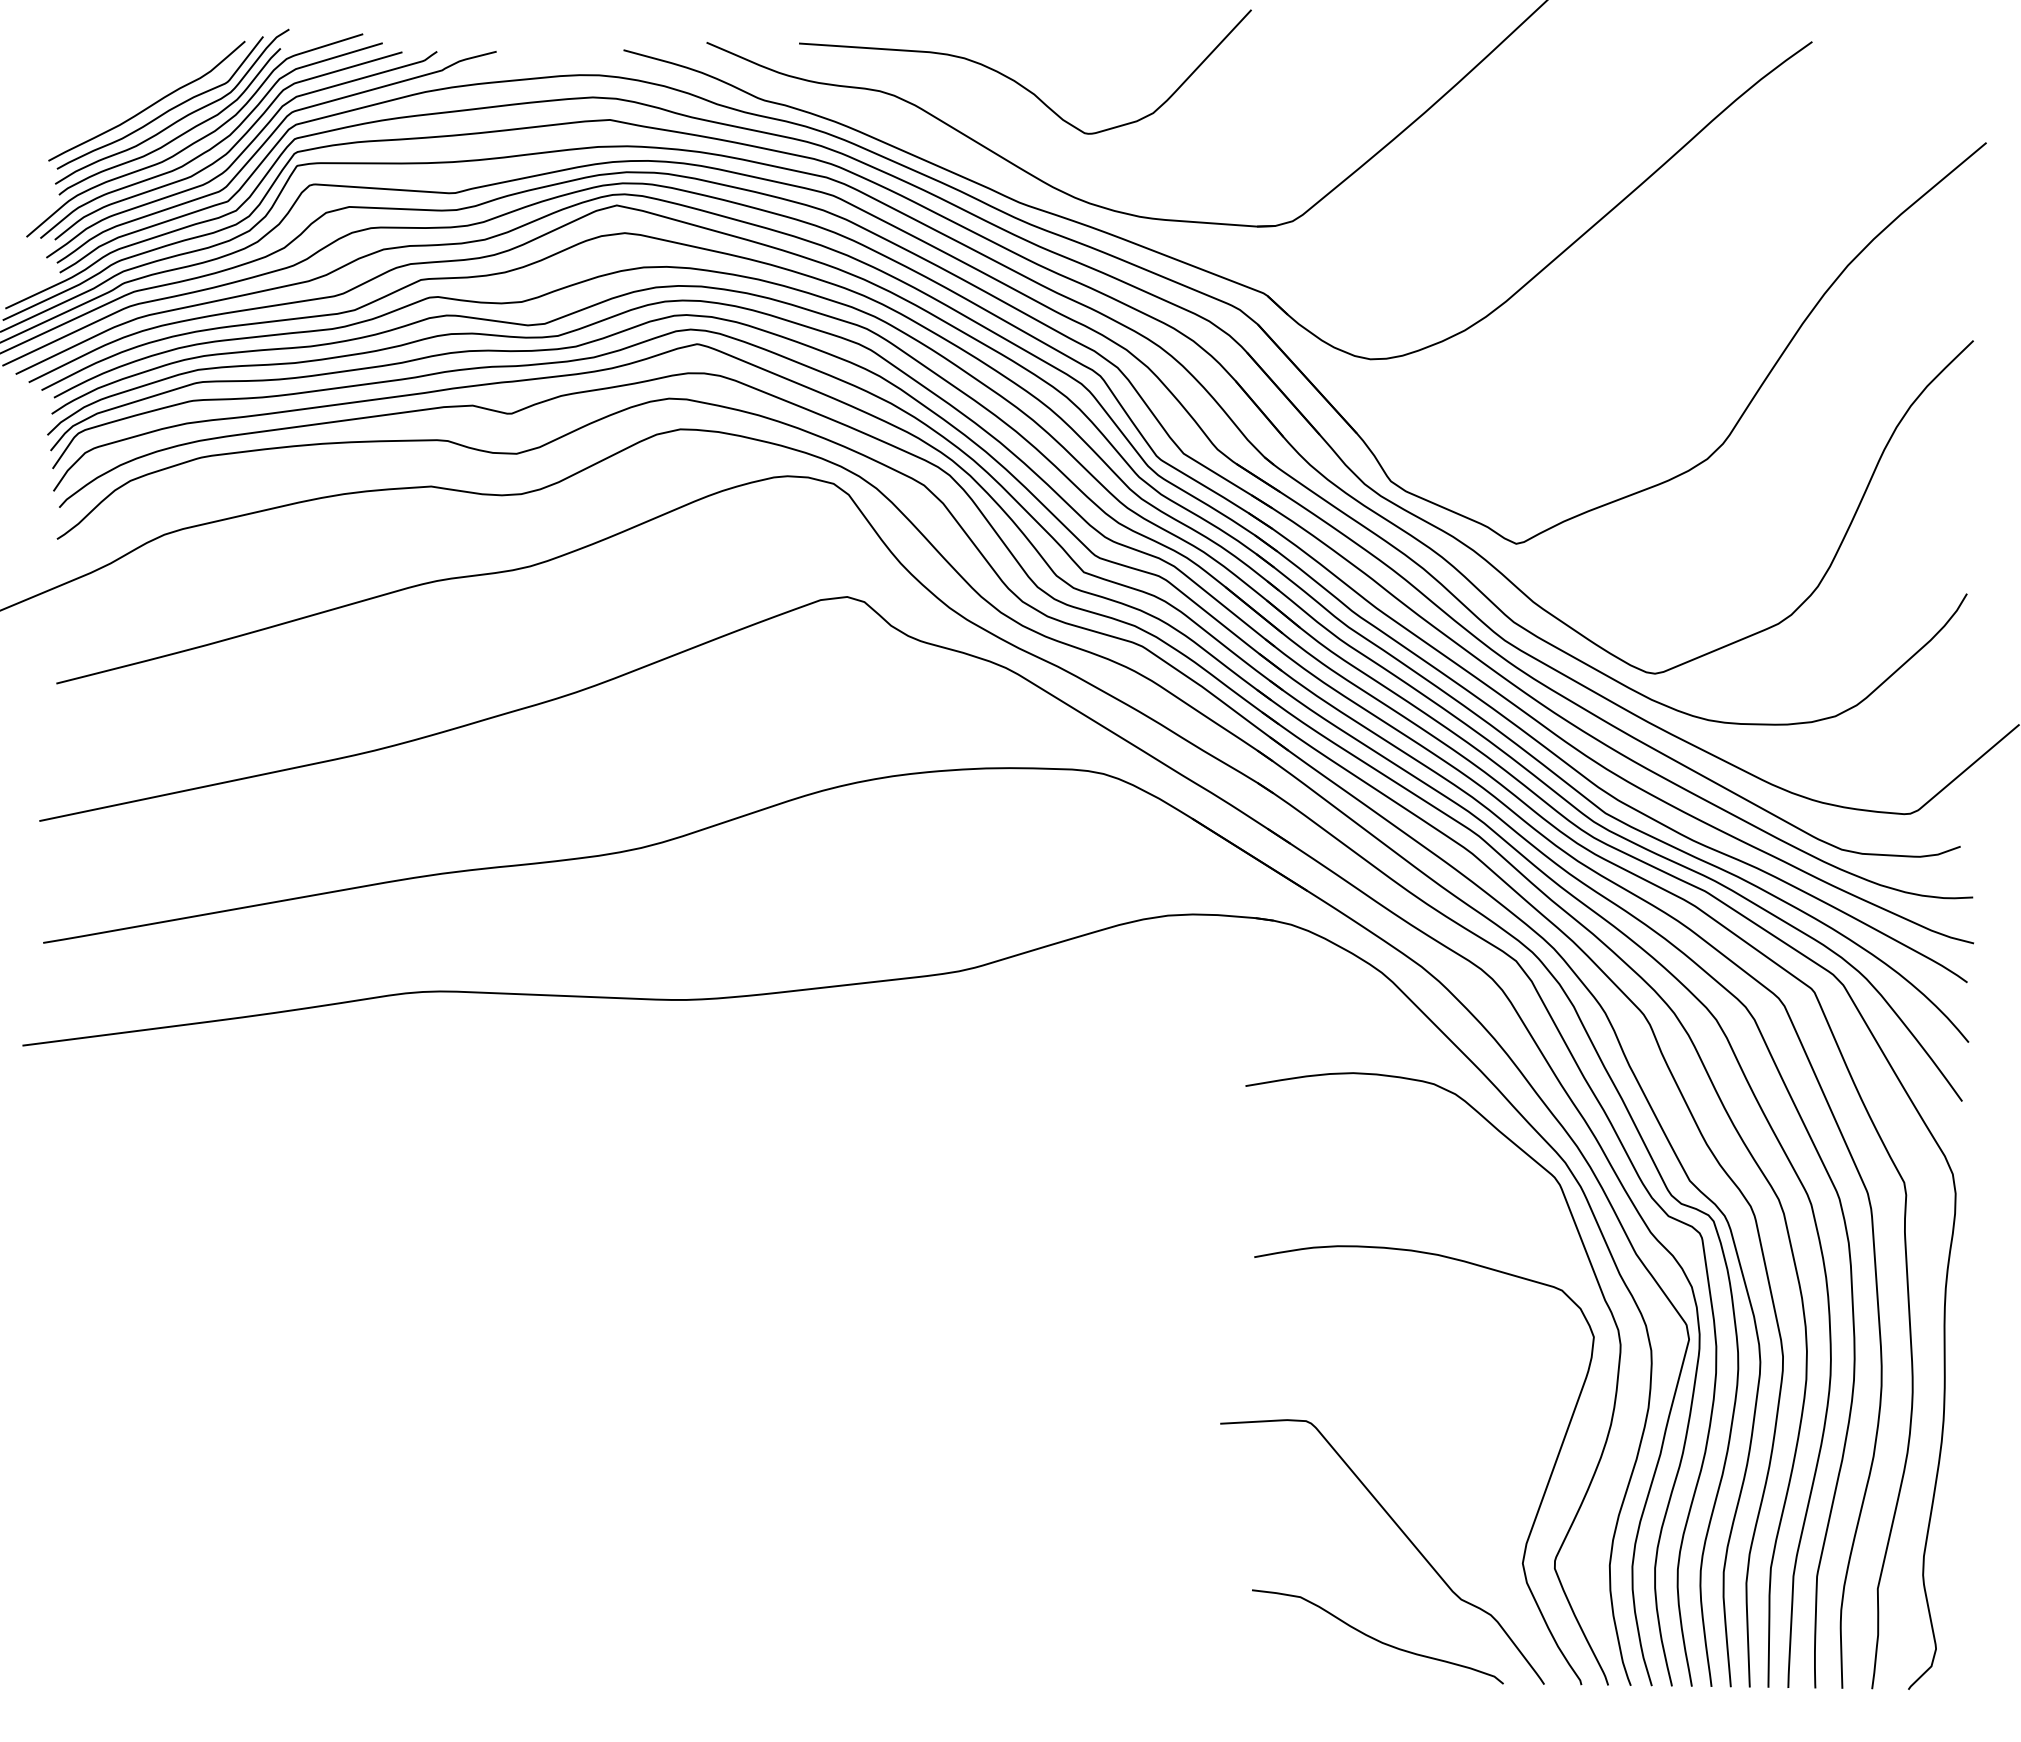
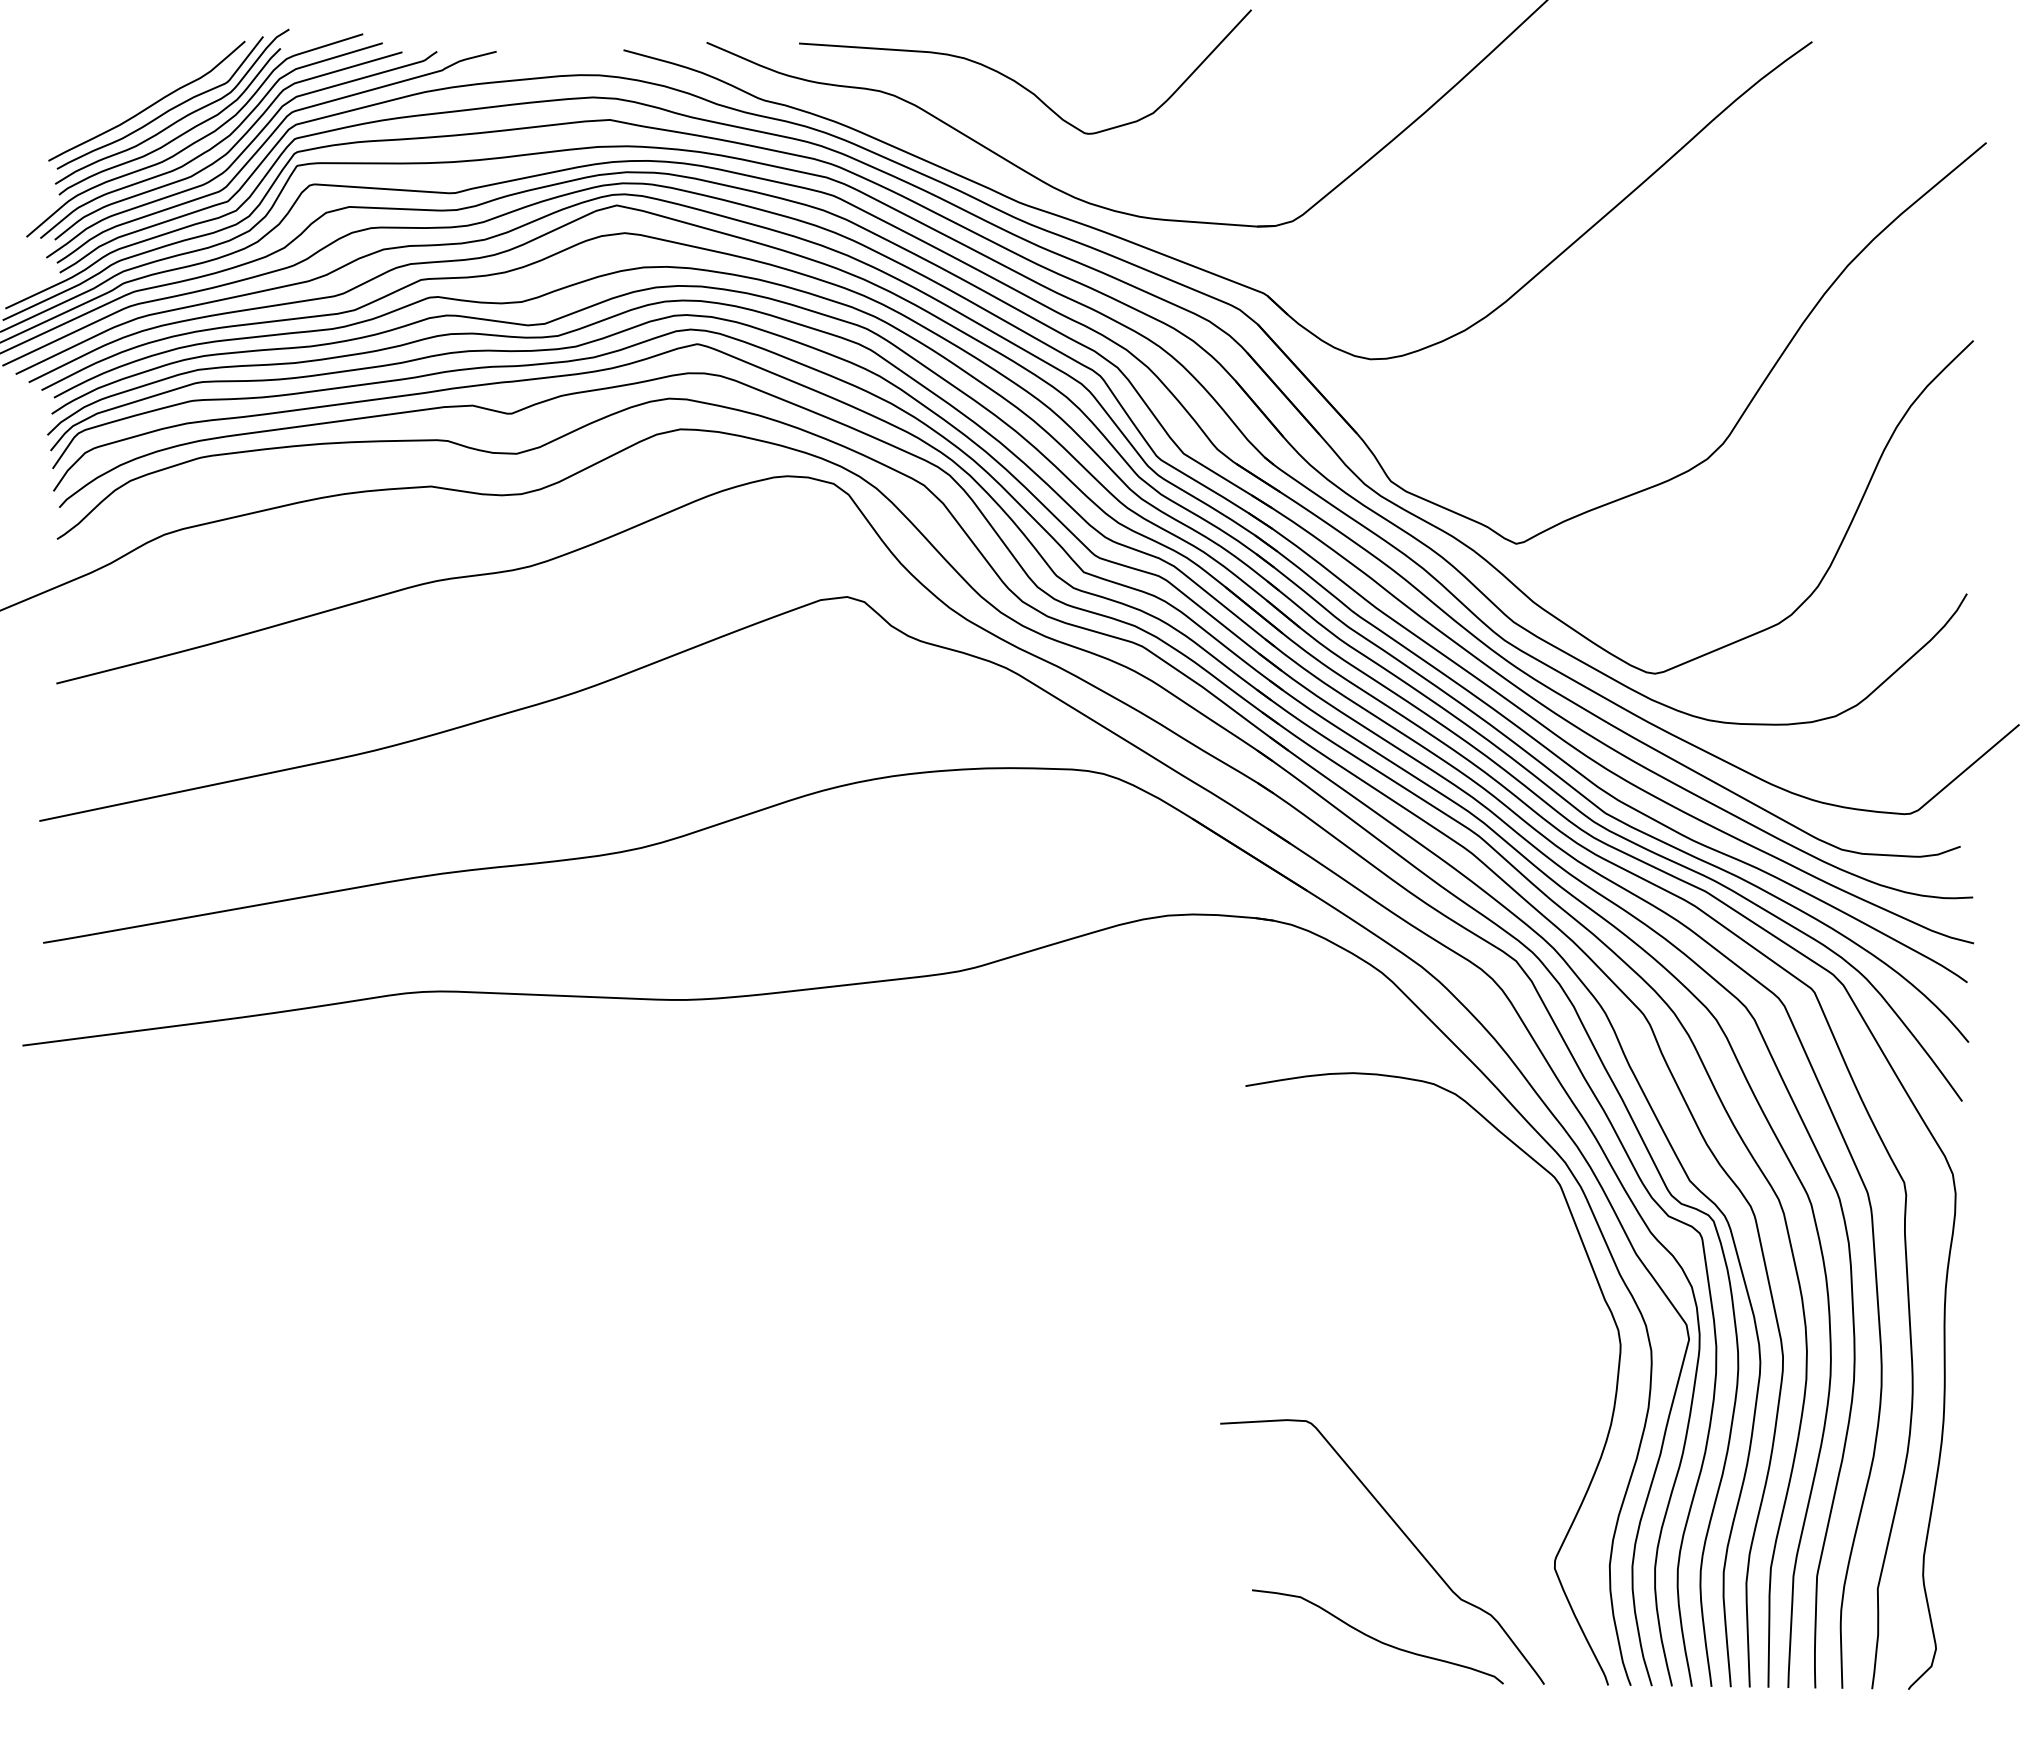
curve at (1537, 1509): present -> none
